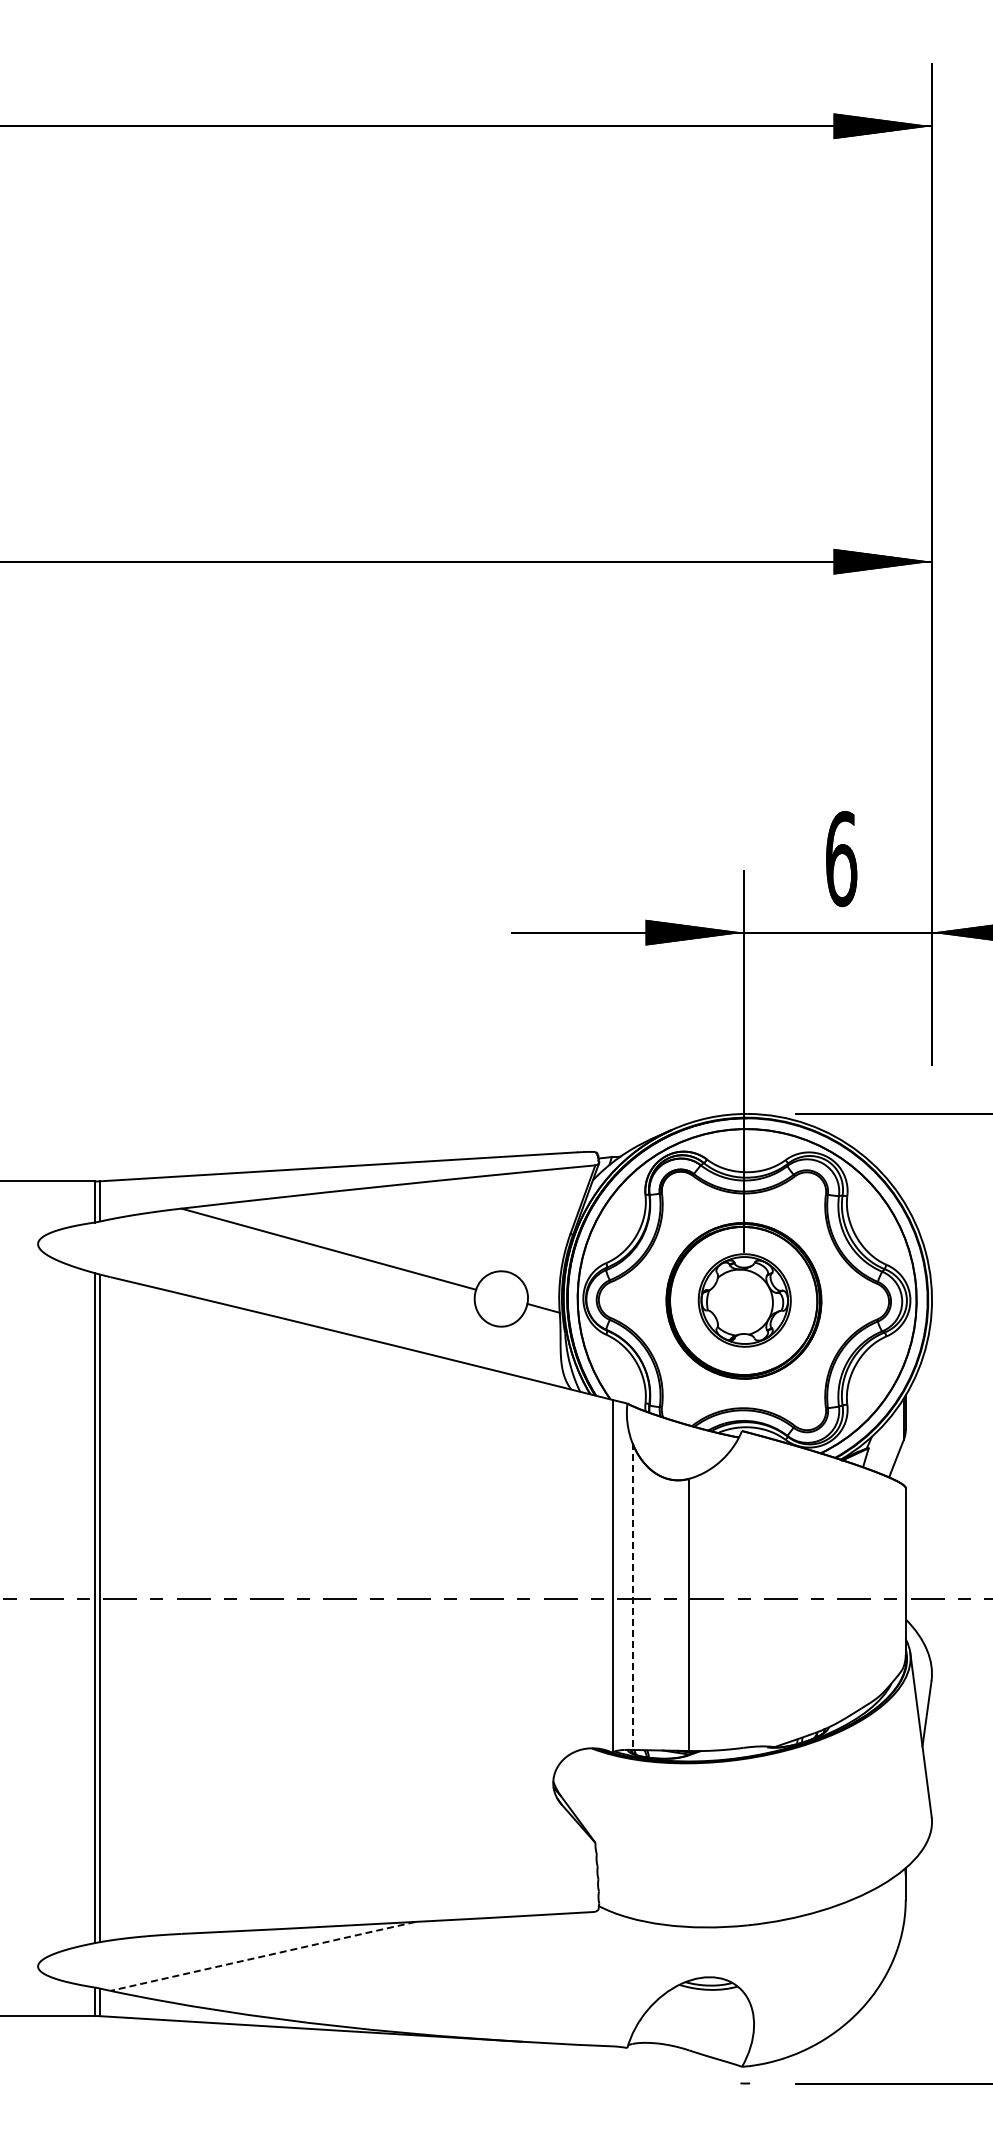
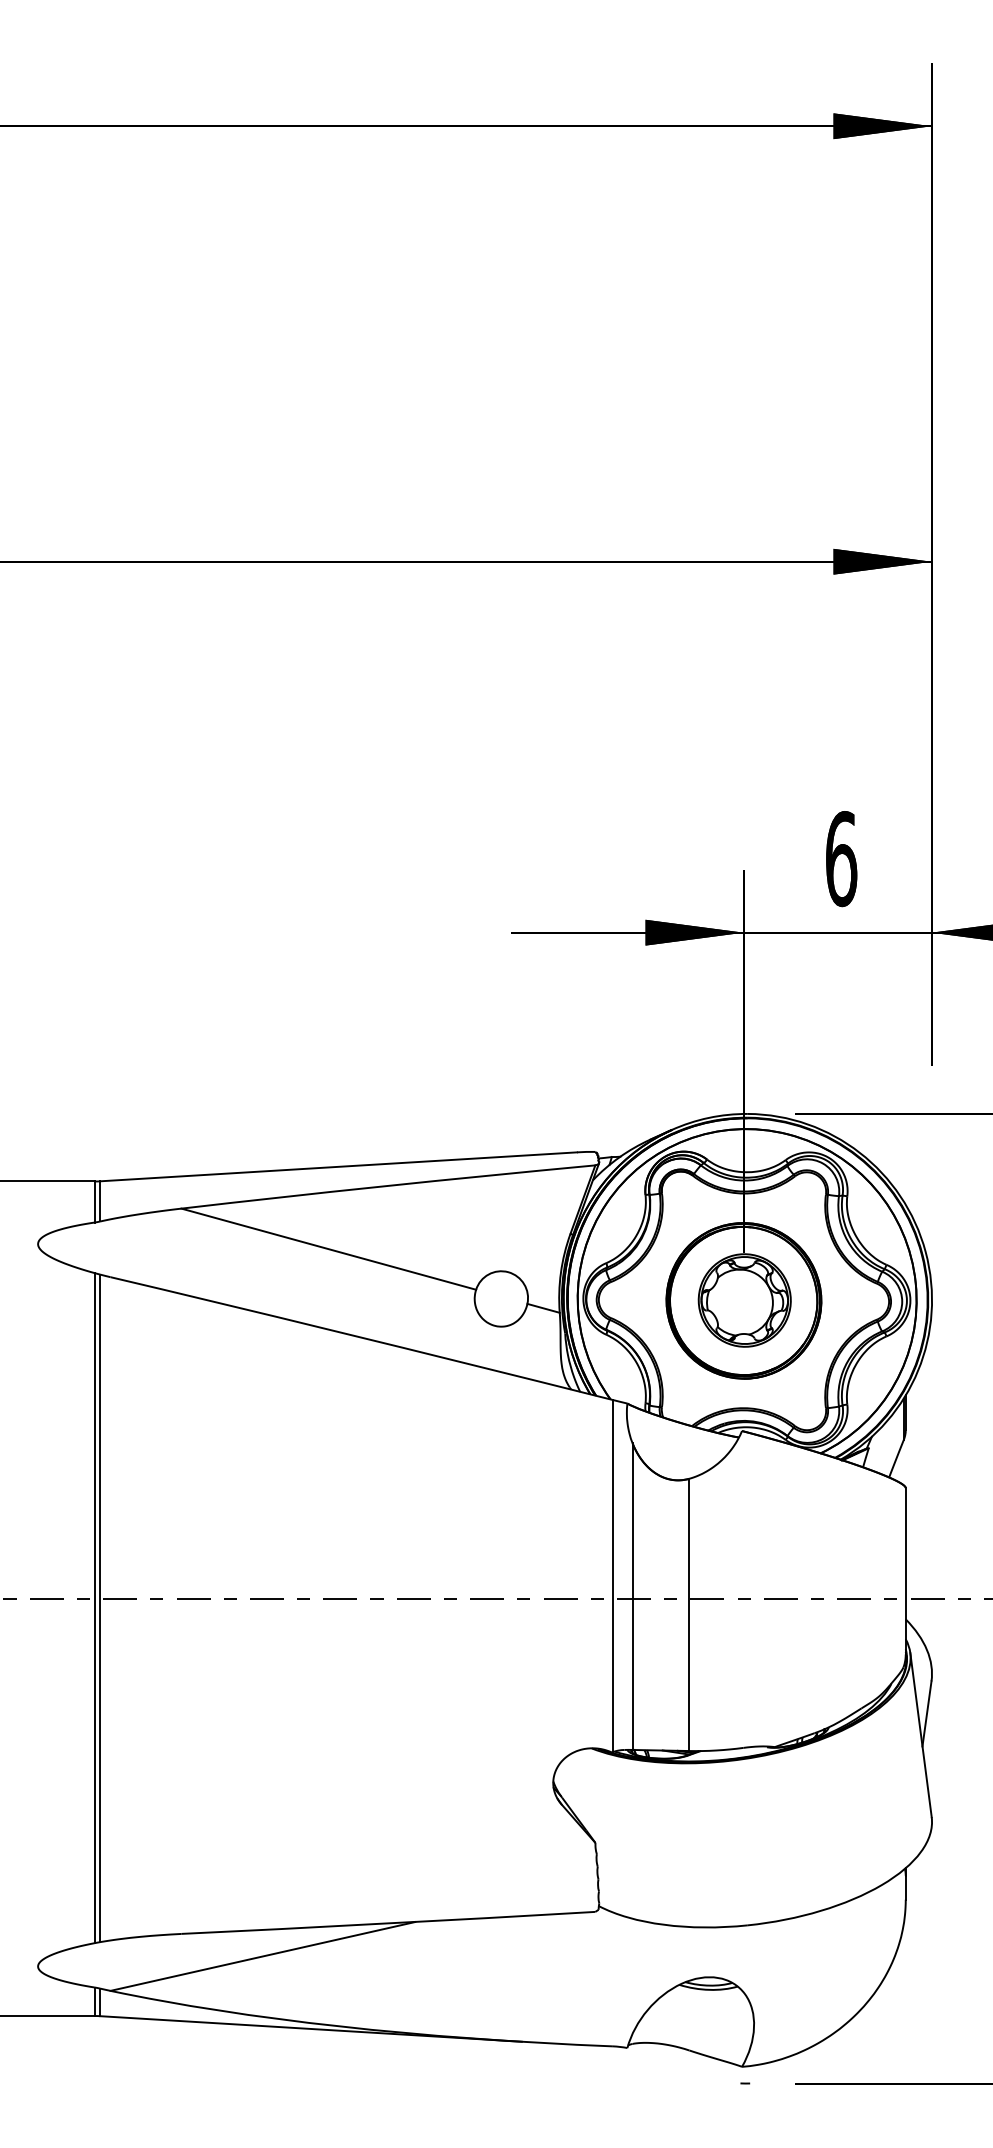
line at (632, 1597): dashed -> solid
line at (262, 1956): dashed -> solid
